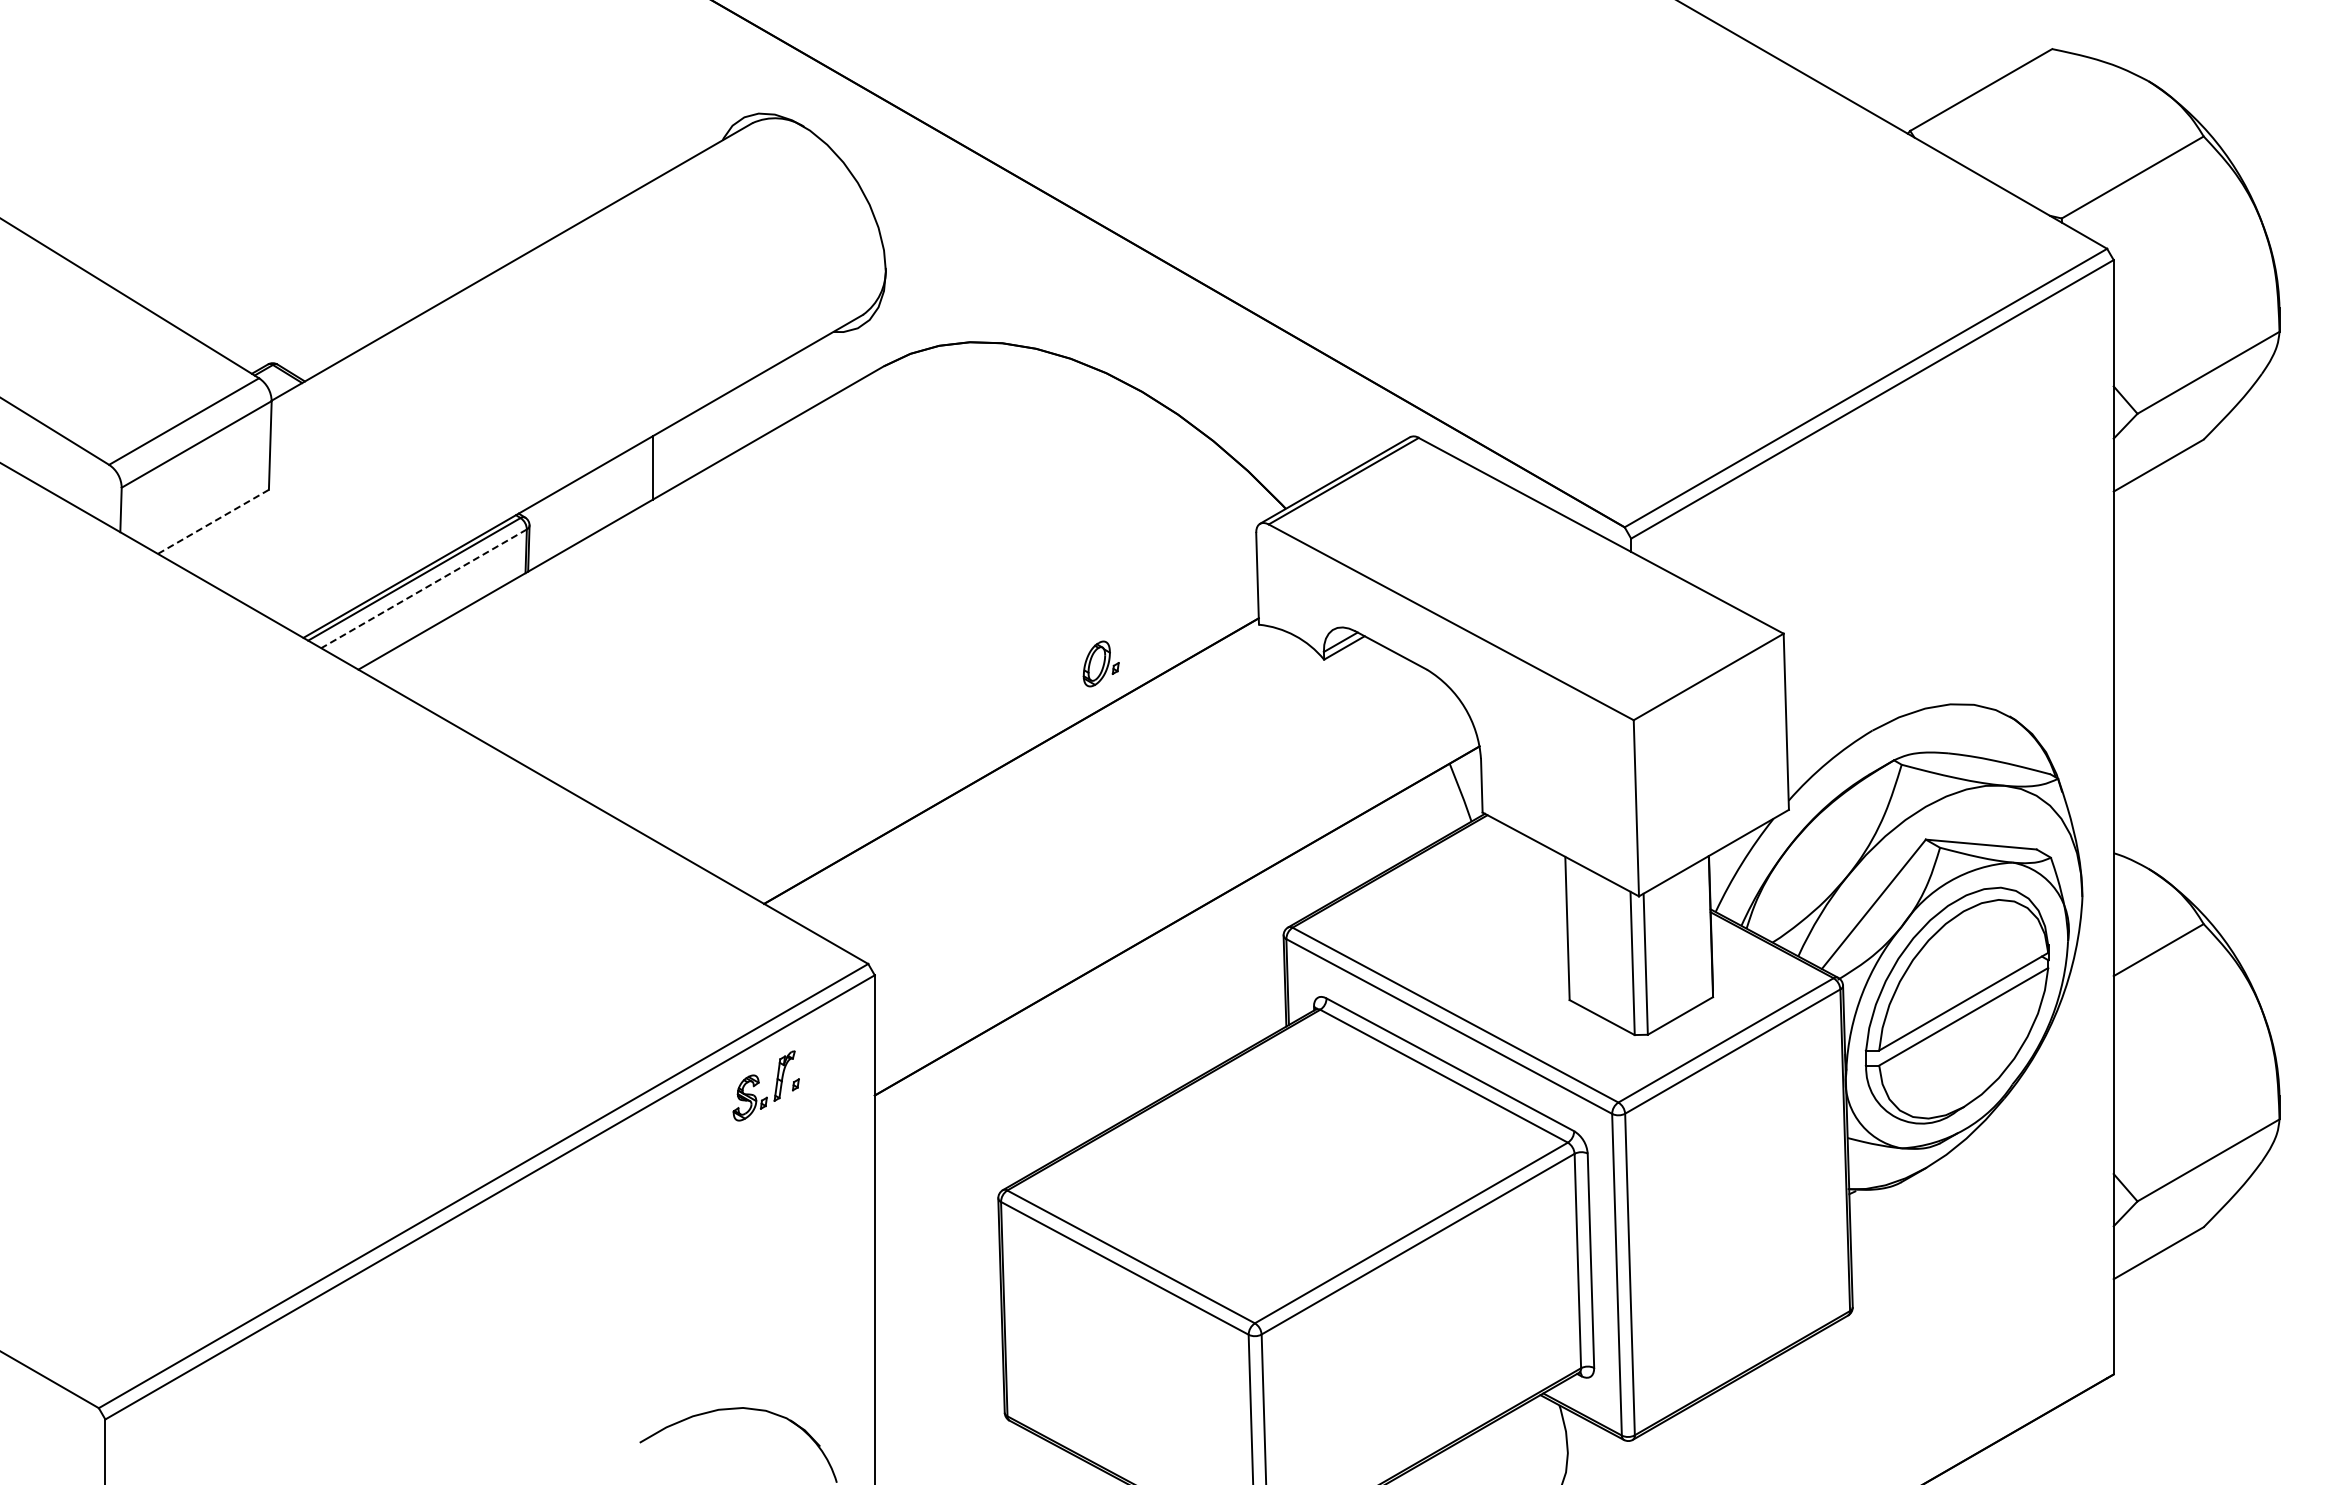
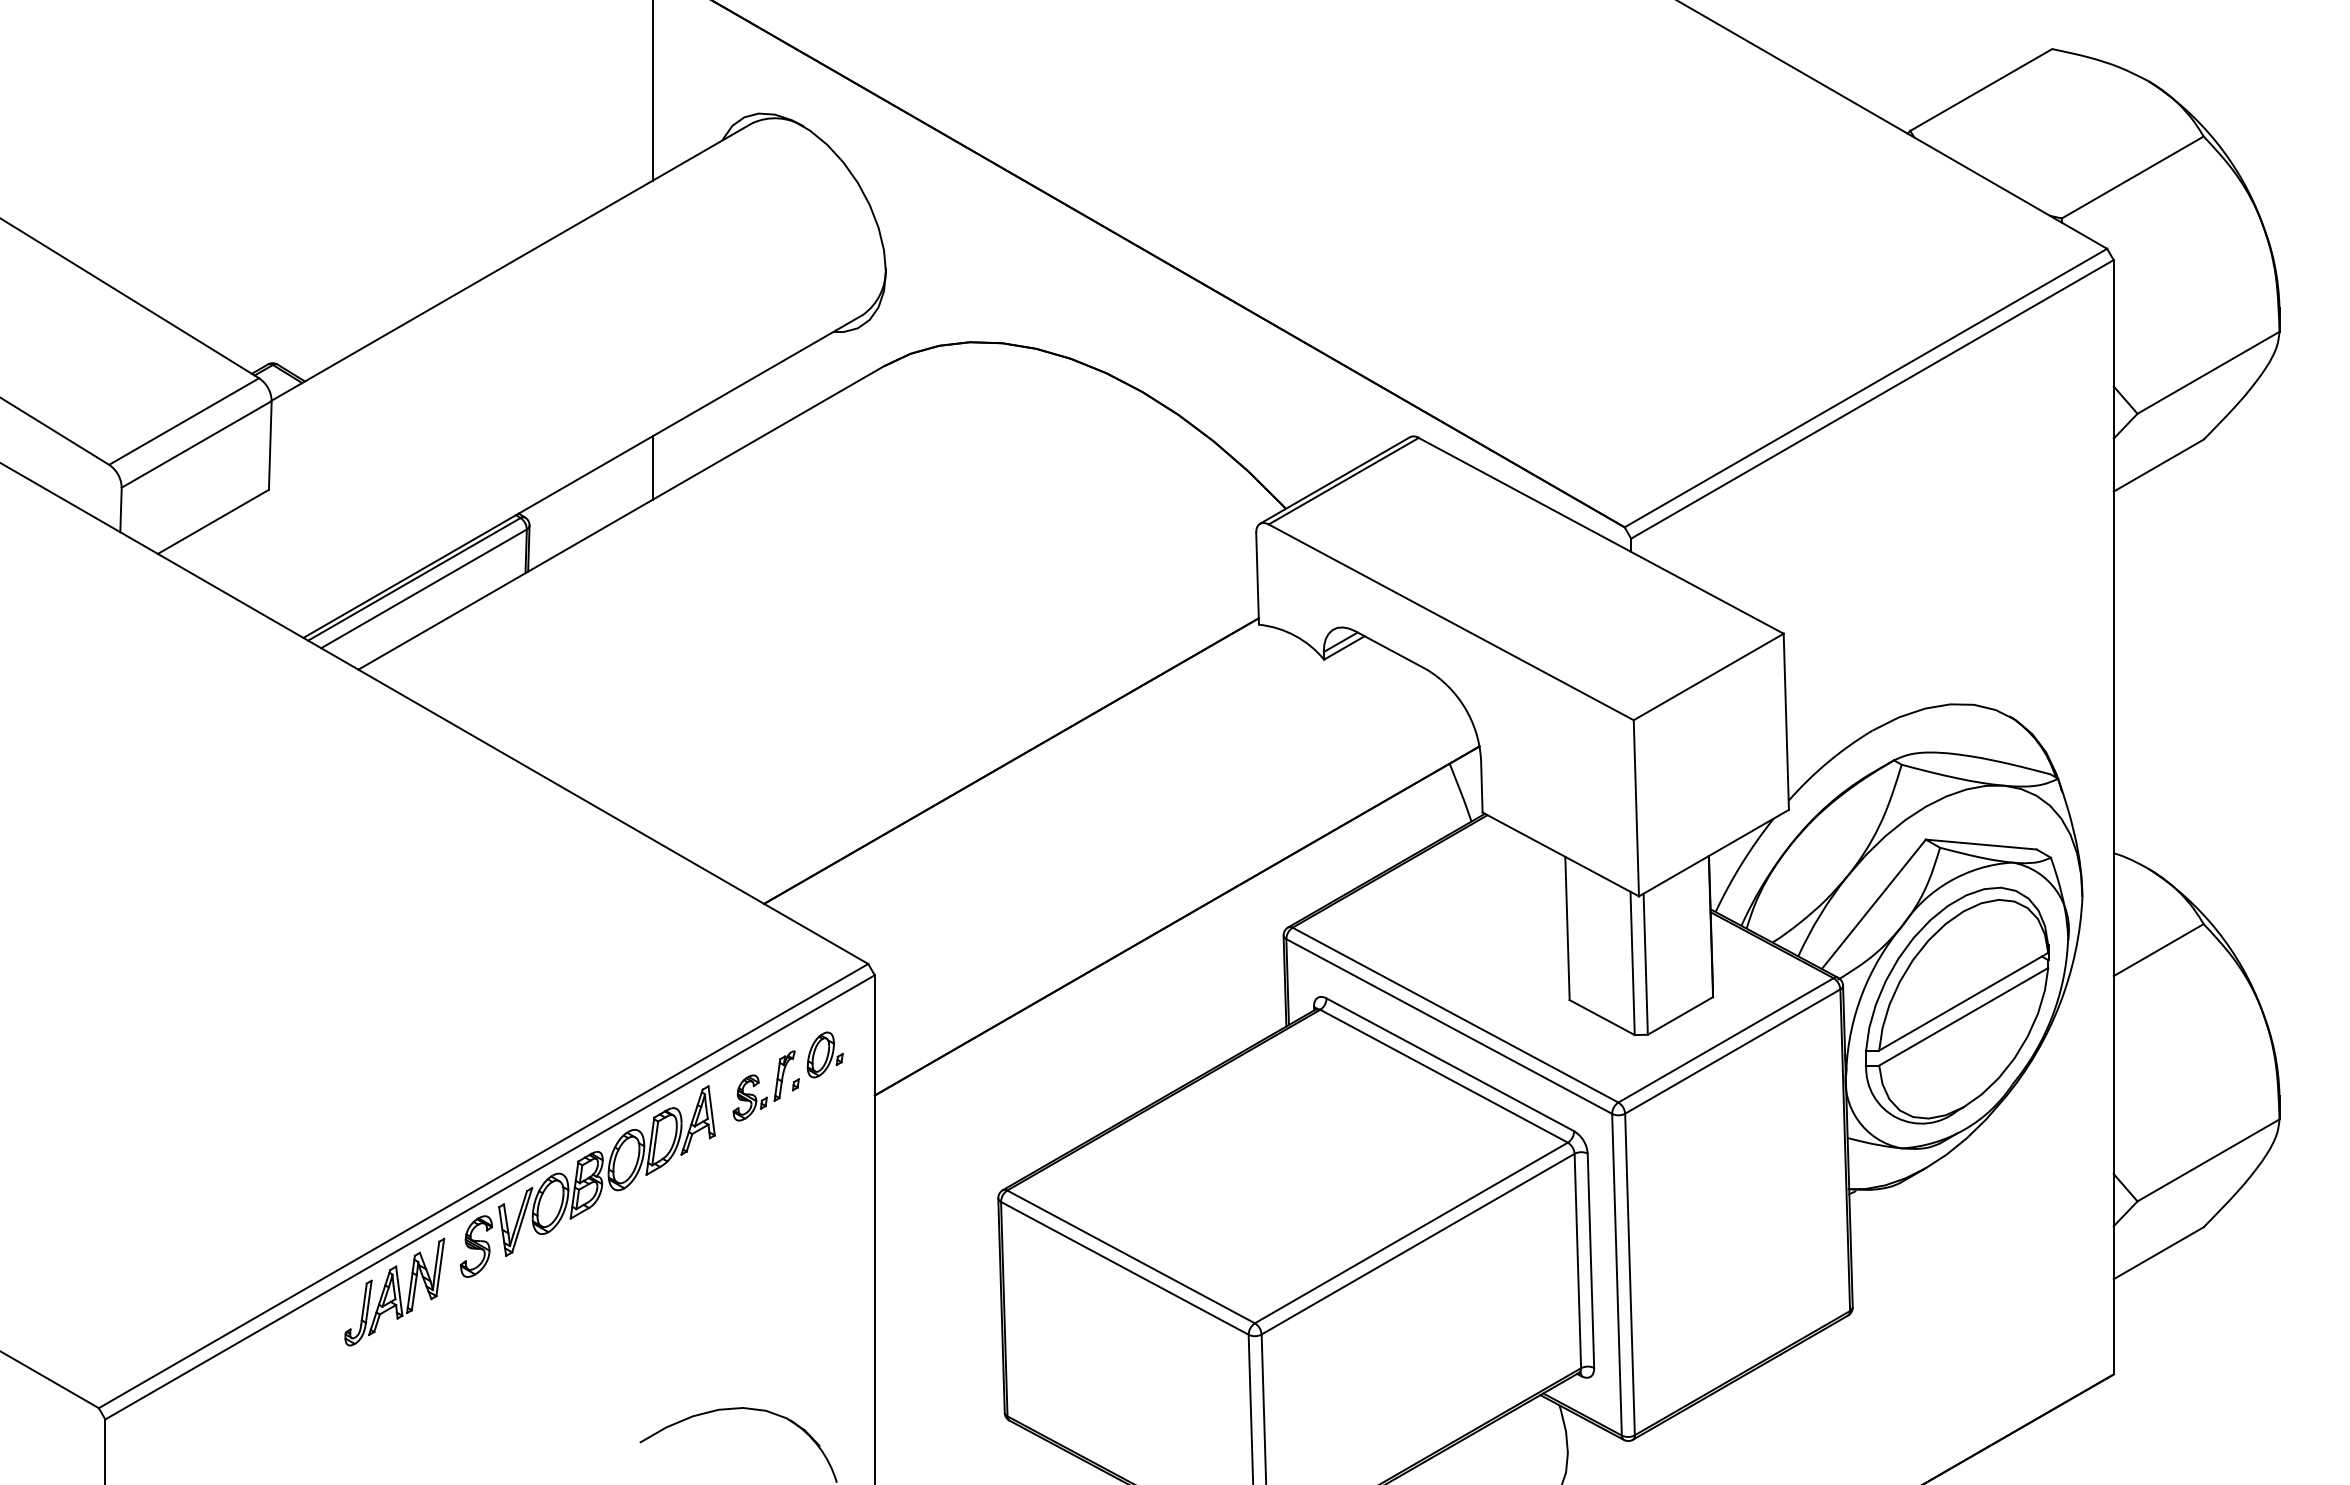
line at (653, 91): none -> present
line at (213, 522): dashed -> solid
line at (424, 588): dashed -> solid
part at (1100, 663) position: (1100, 663) -> (824, 1054)
part at (587, 1181): none -> present
part at (394, 1291): none -> present
